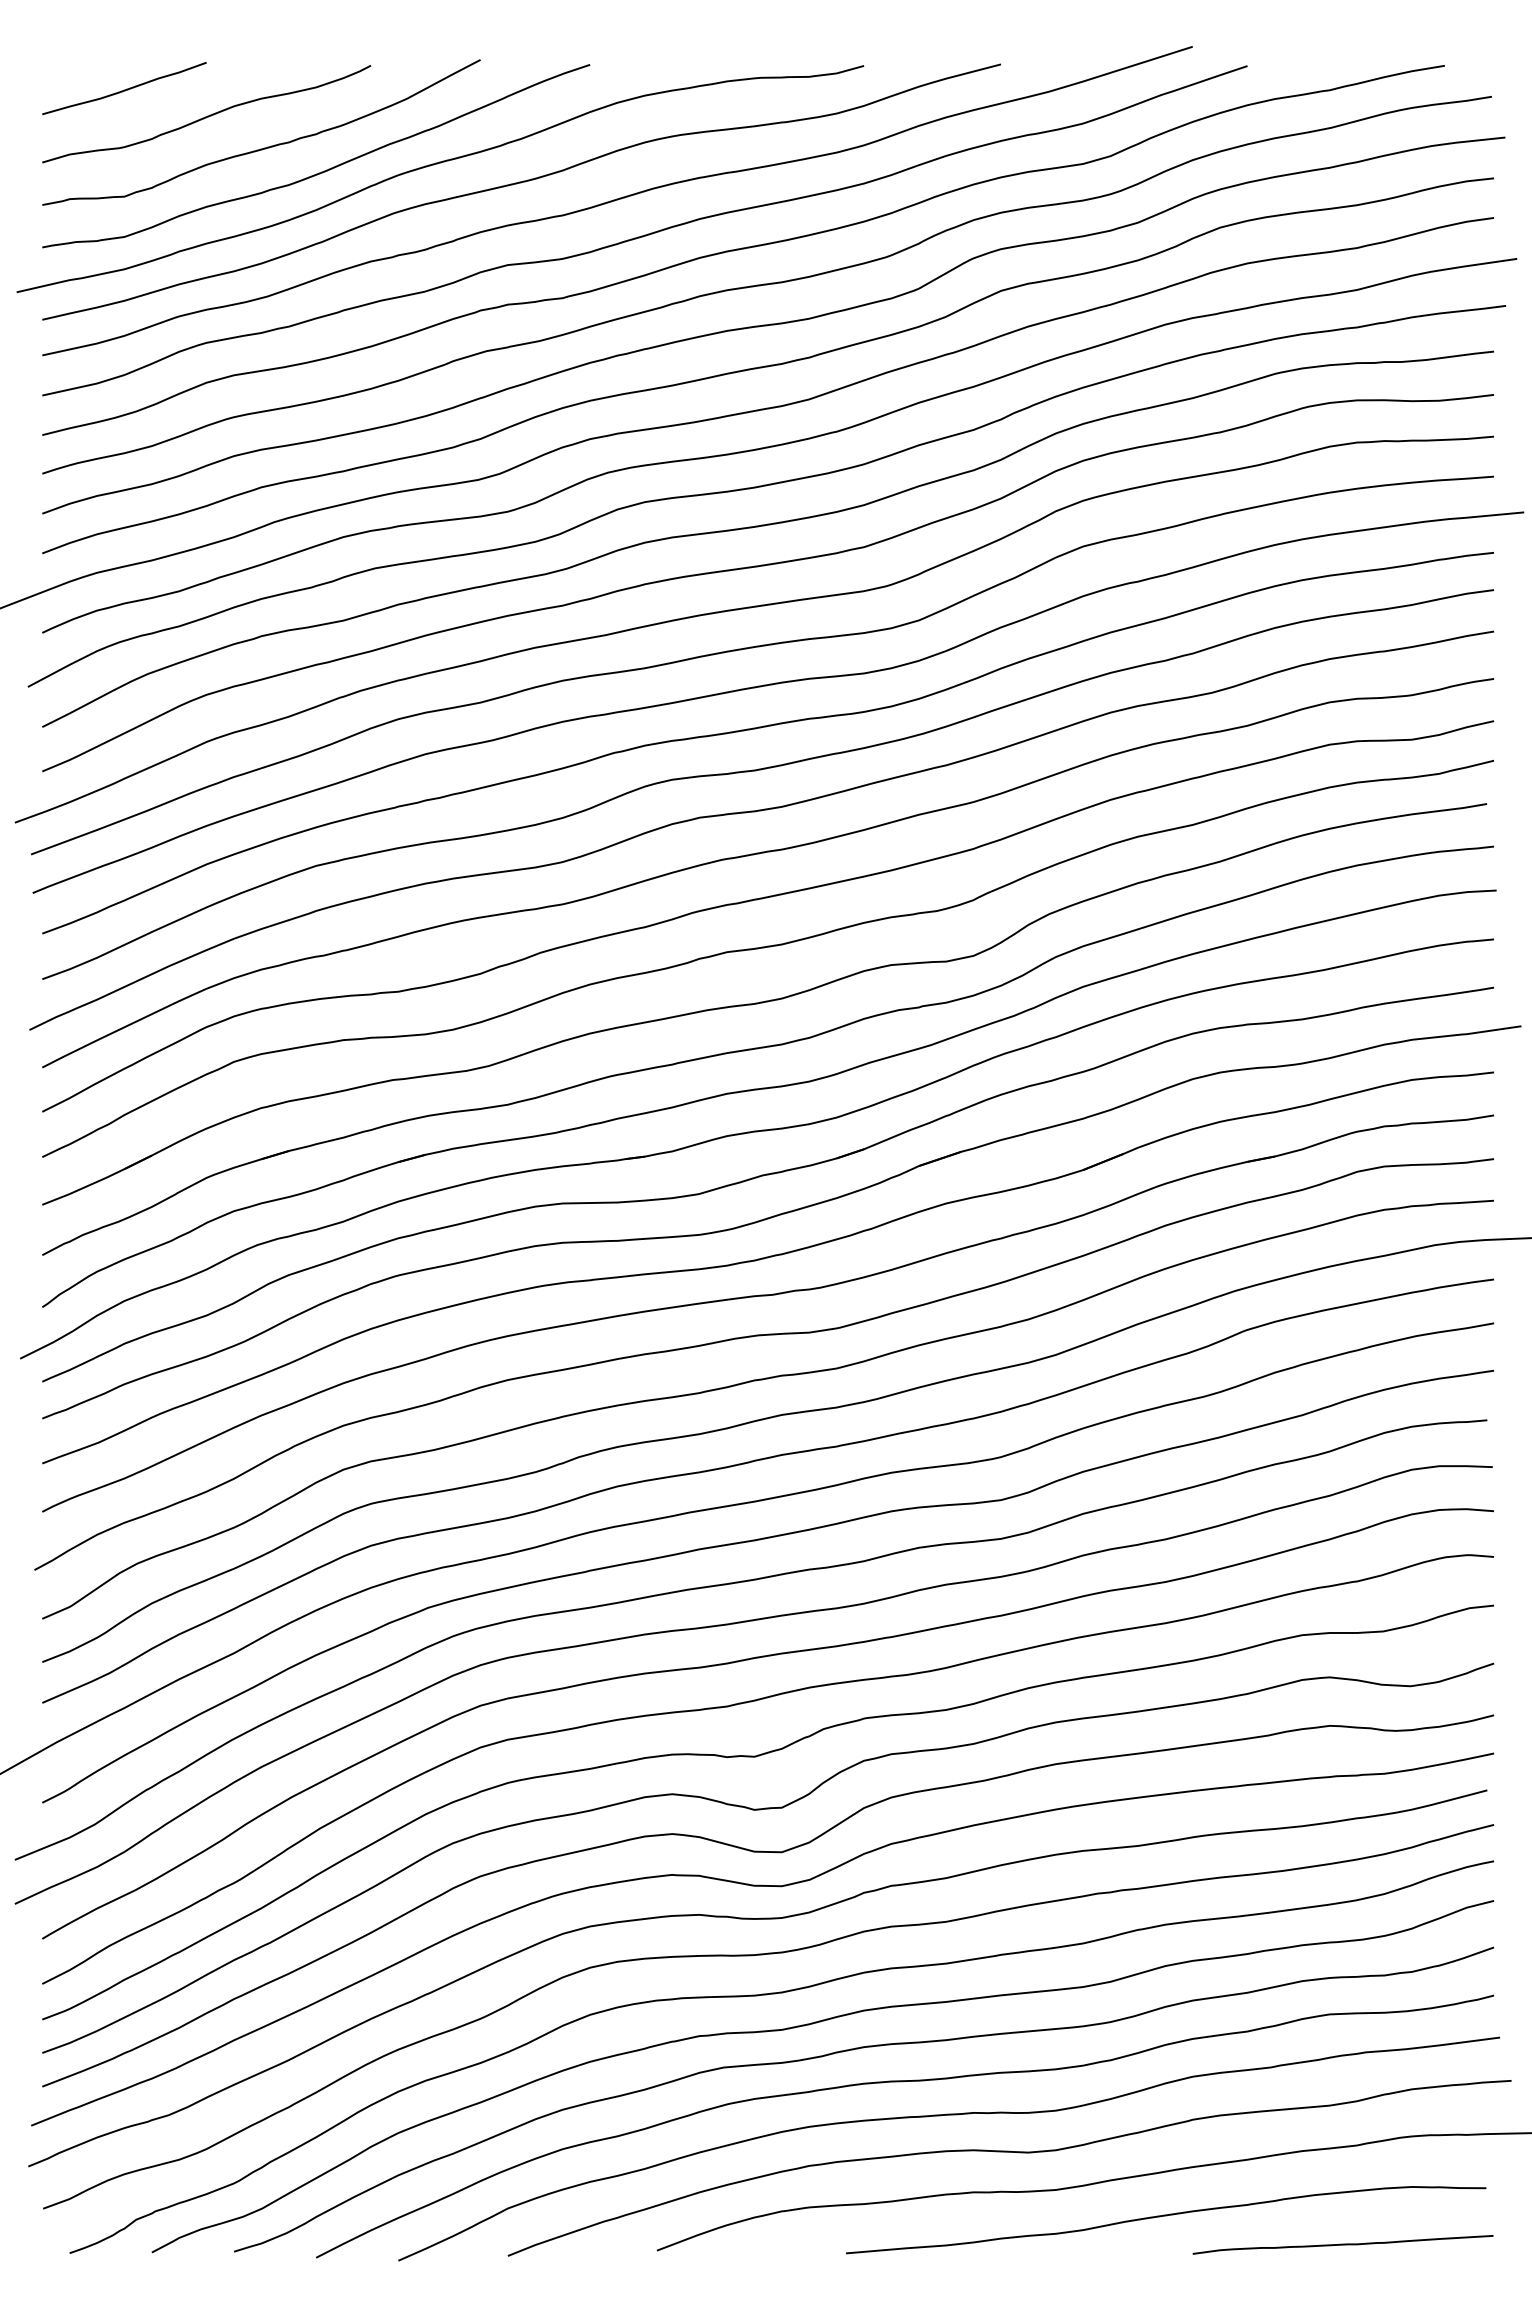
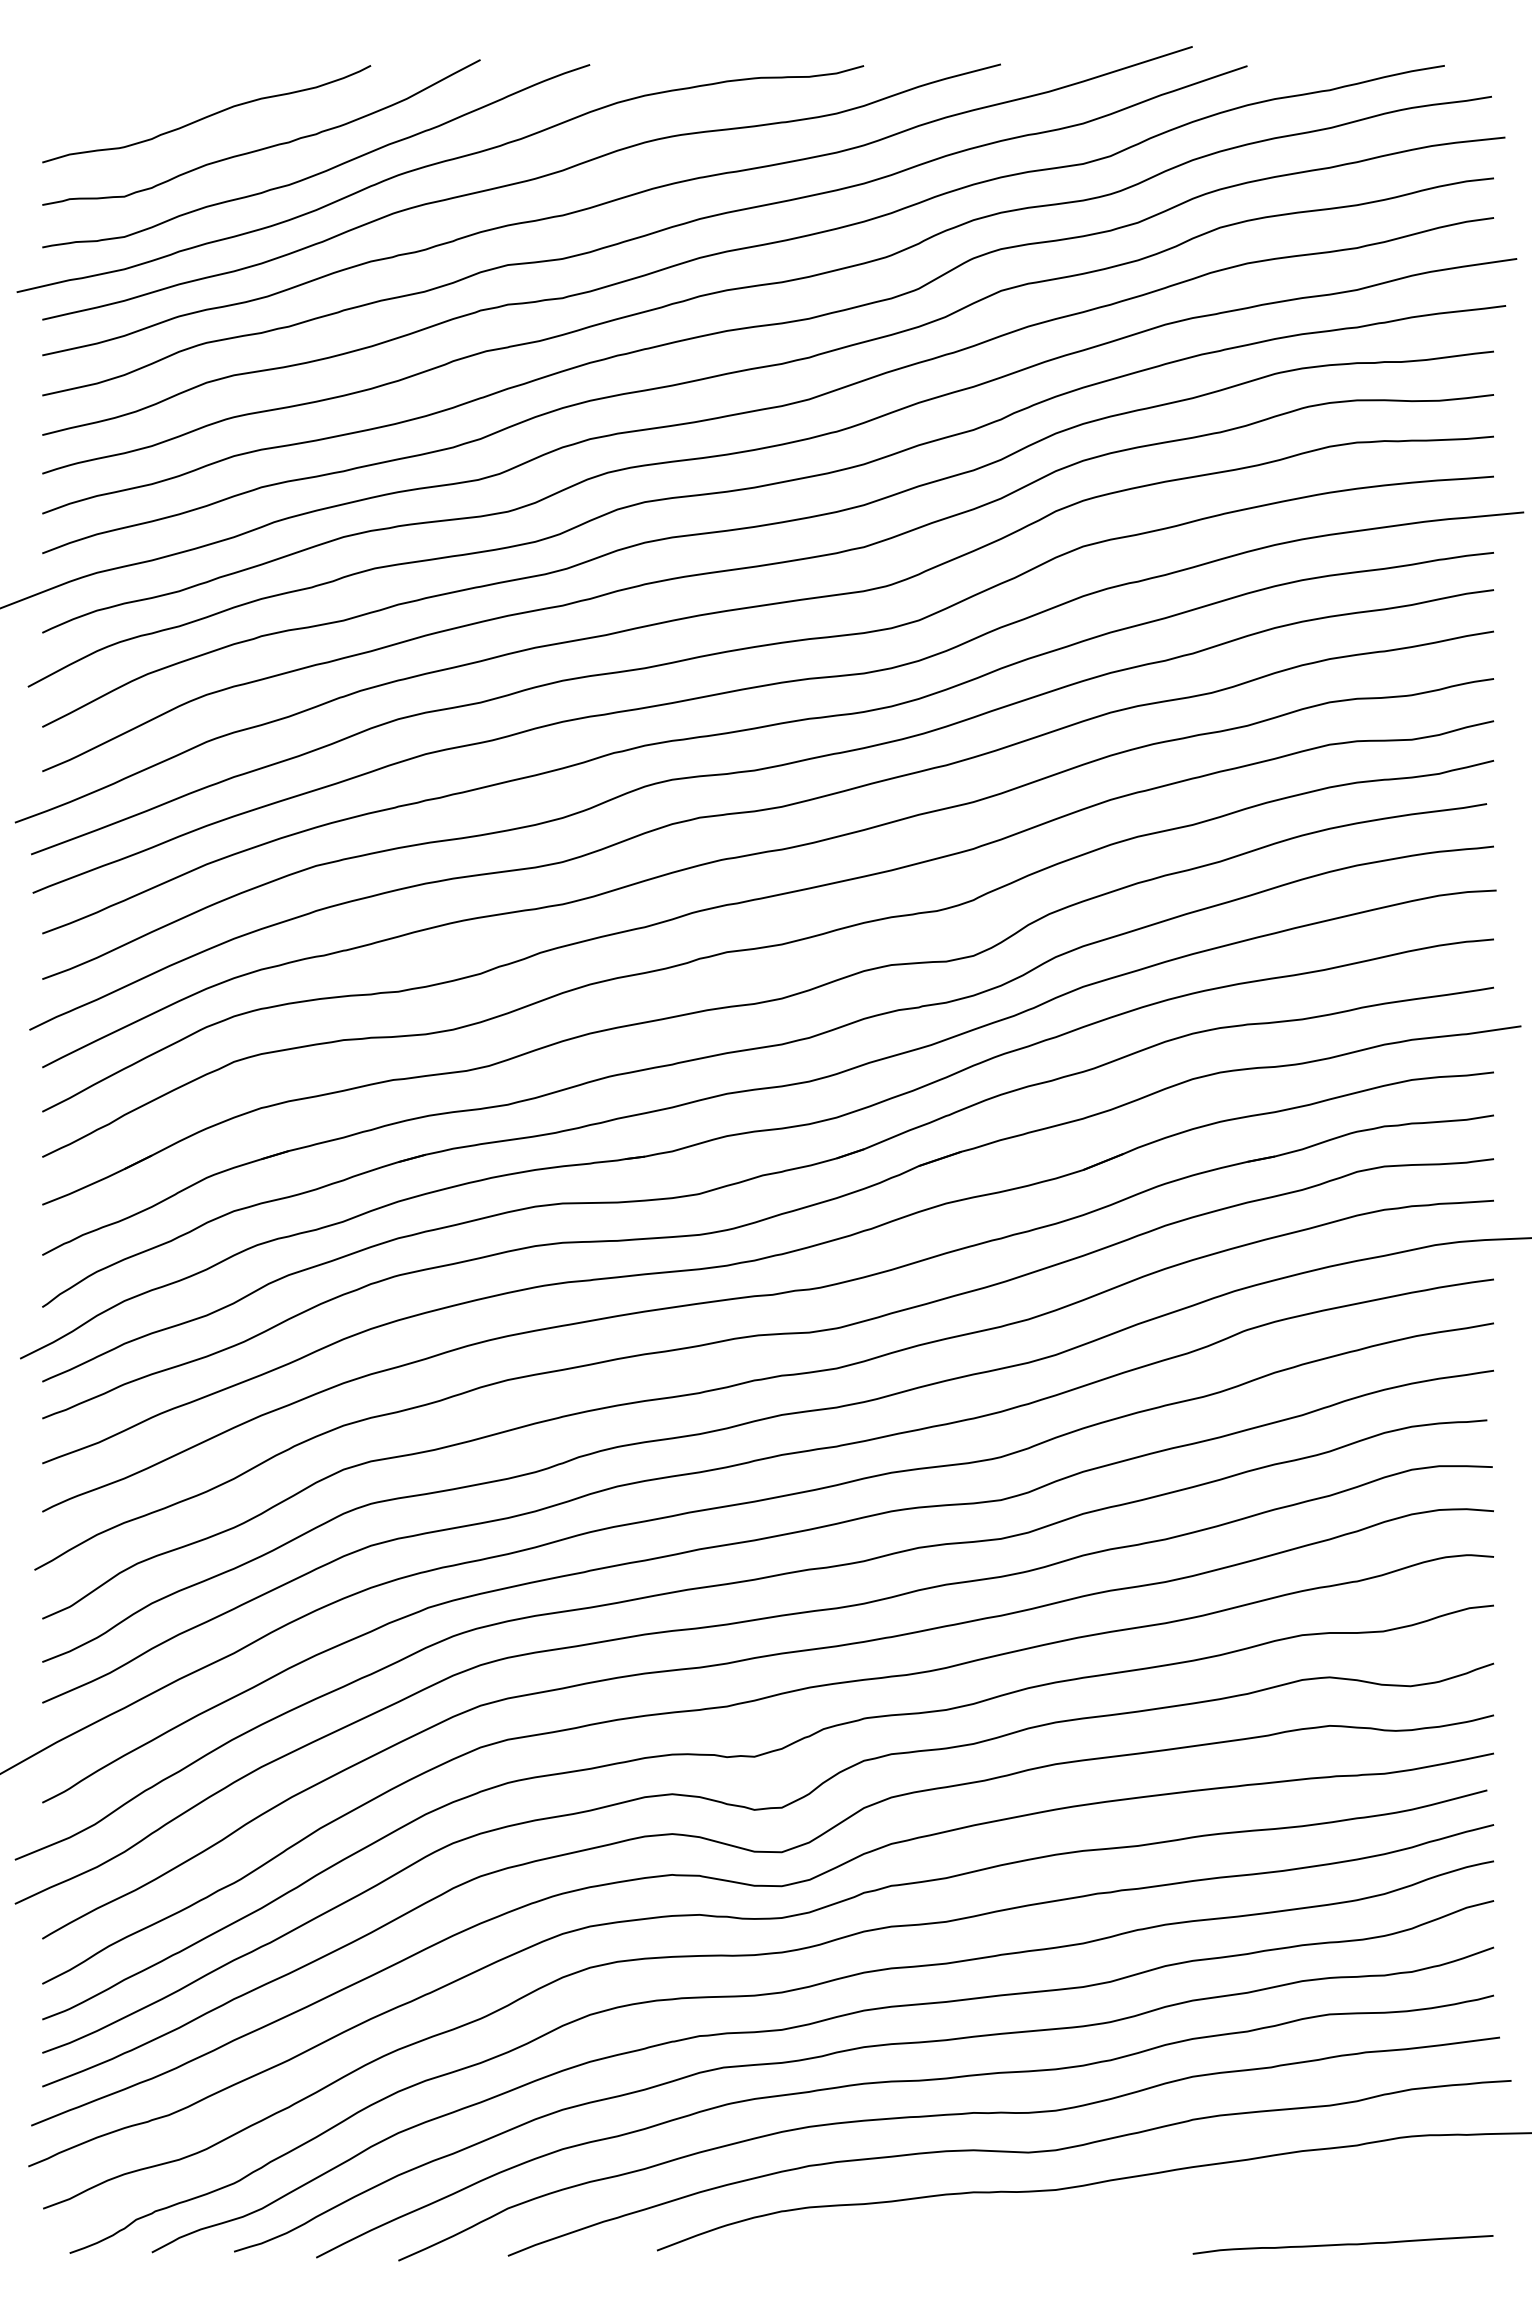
curve at (124, 89): present -> none
curve at (1166, 2216): present -> none
